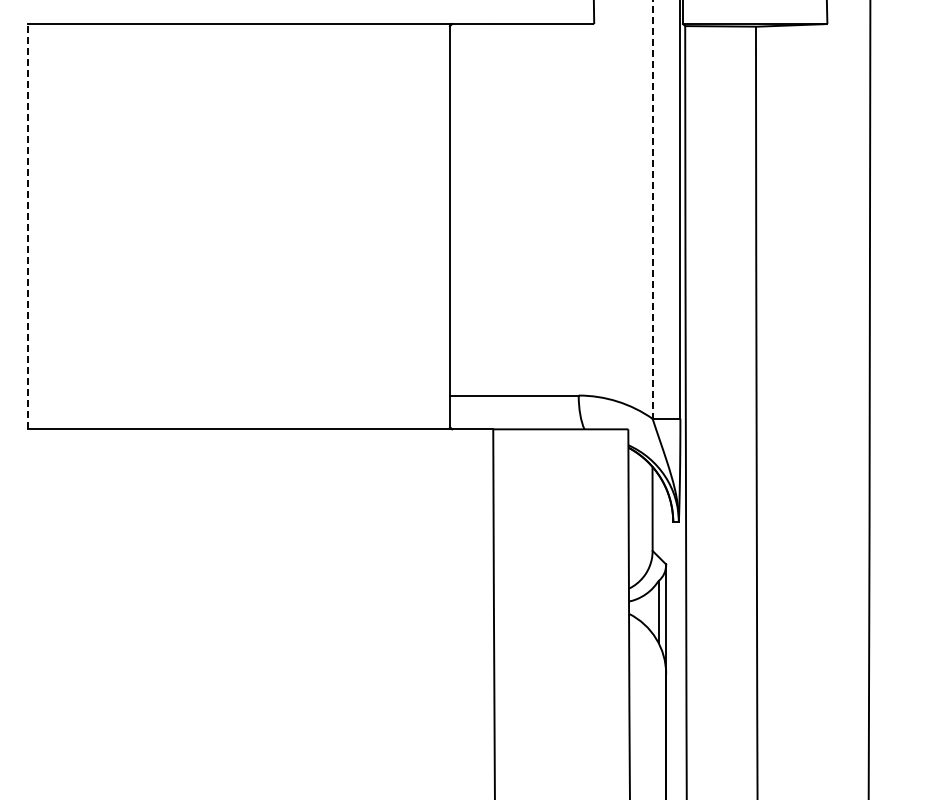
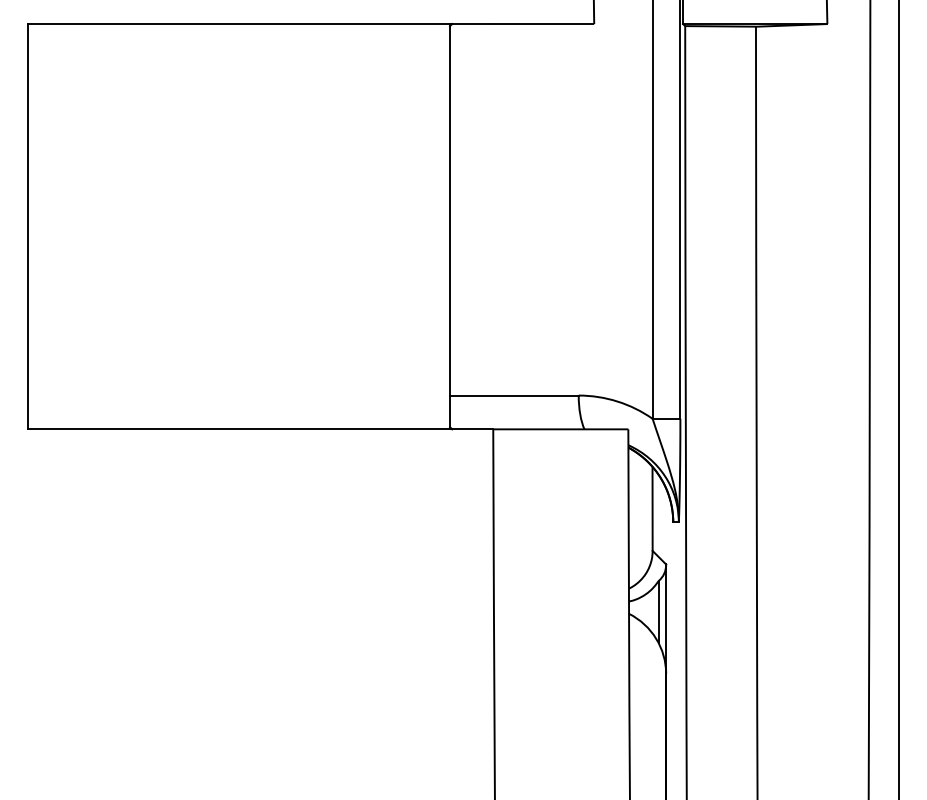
line at (652, 209): dashed -> solid
line at (27, 226): dashed -> solid
line at (899, 399): none -> present
